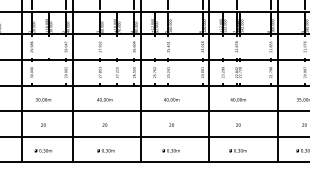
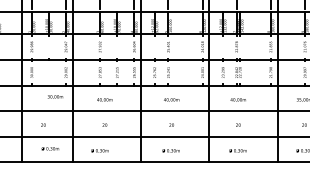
text at (43, 99) position: (43, 99) -> (55, 96)
text at (43, 150) position: (43, 150) -> (50, 148)
text at (105, 150) position: (105, 150) -> (99, 150)
